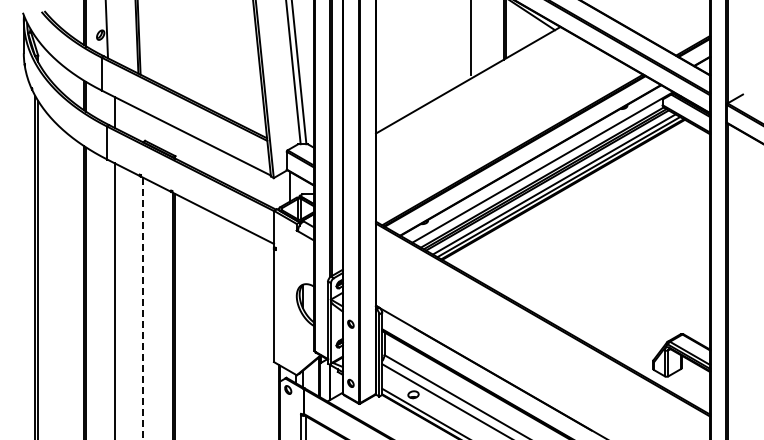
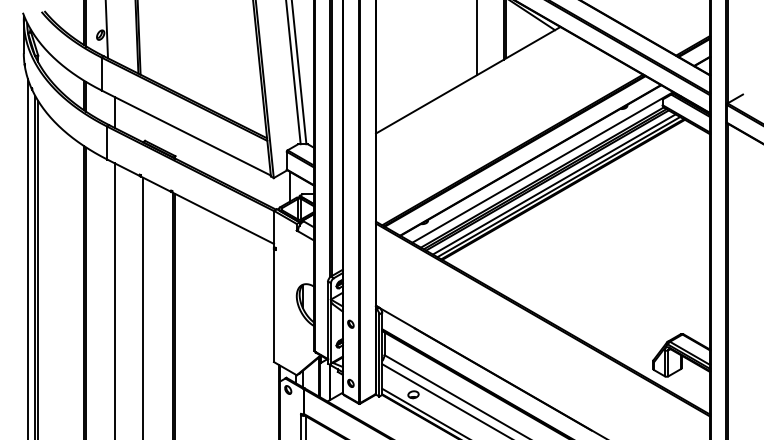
line at (471, 38) position: (471, 38) -> (477, 38)
line at (28, 257): none -> present
line at (143, 308): dashed -> solid
